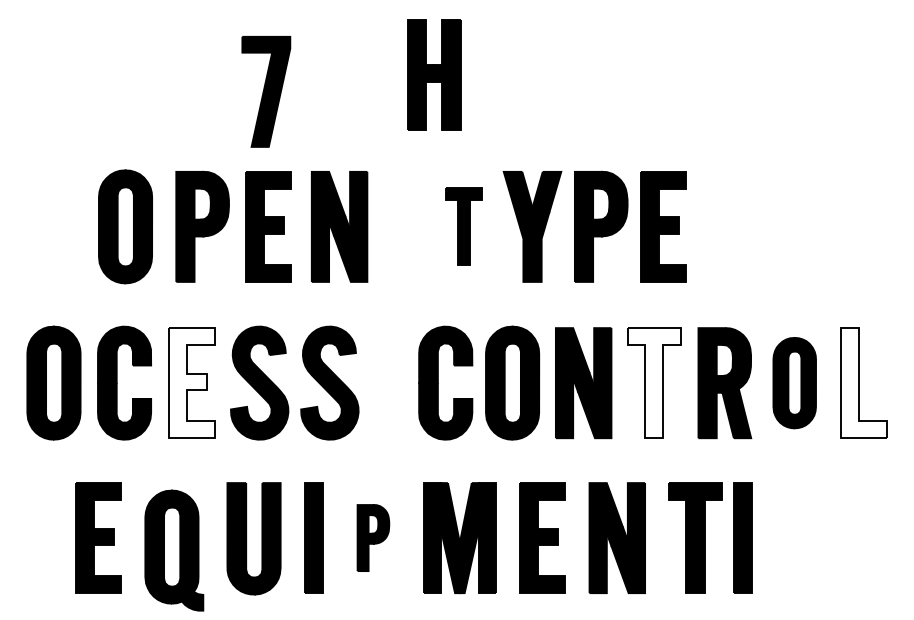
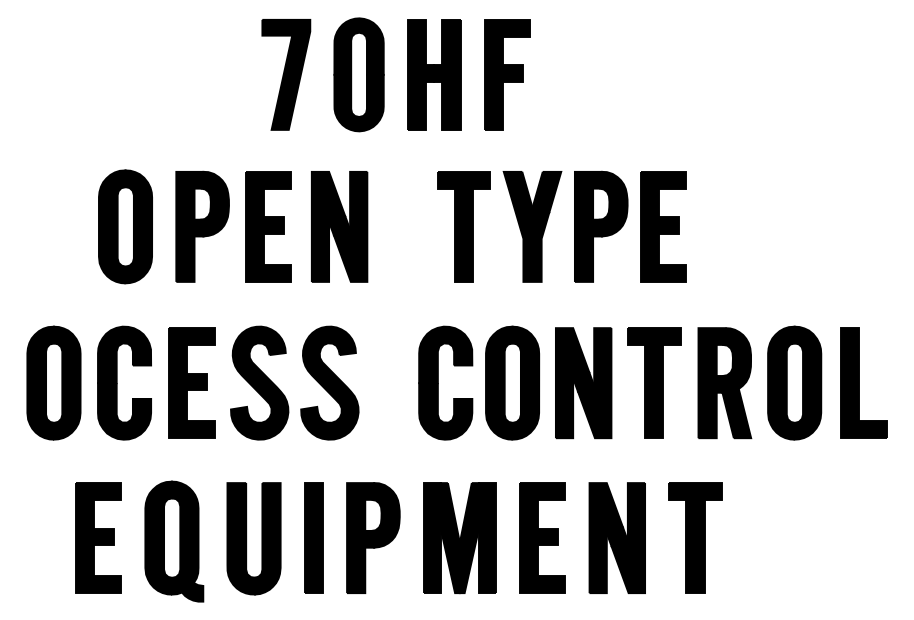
part at (358, 74): none -> present
part at (507, 74): none -> present
part at (266, 91) position: (266, 91) -> (286, 74)
part at (463, 226) size: 38x79 px -> 54x112 px
fill at (191, 383): none -> present
fill at (653, 383): none -> present
part at (794, 383) size: 45x93 px -> 56x116 px
fill at (863, 383): none -> present
part at (373, 537) size: 35x68 px -> 55x112 px
part at (742, 537): present -> none
part at (174, 550) position: (174, 550) -> (174, 541)
